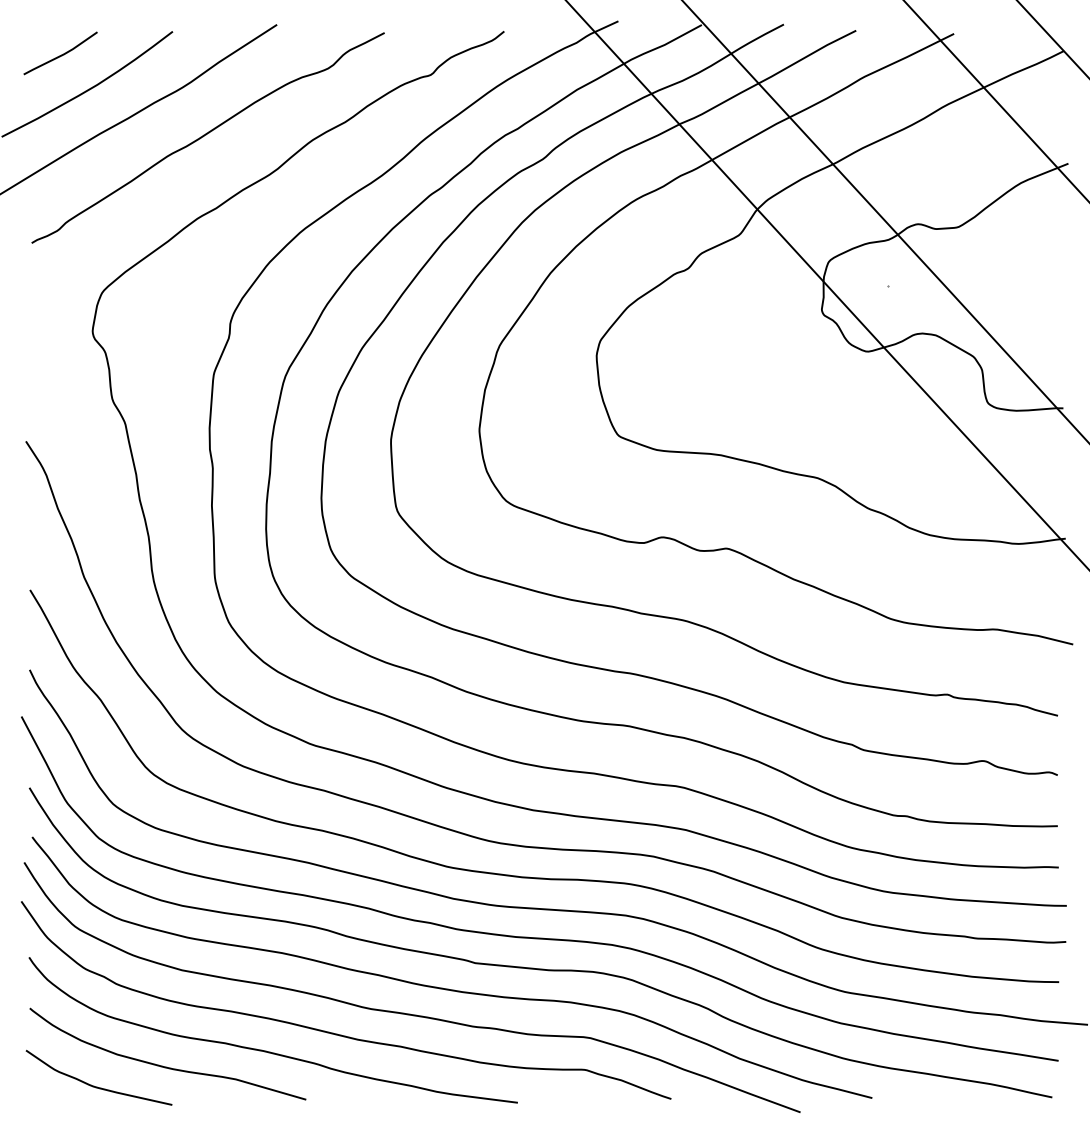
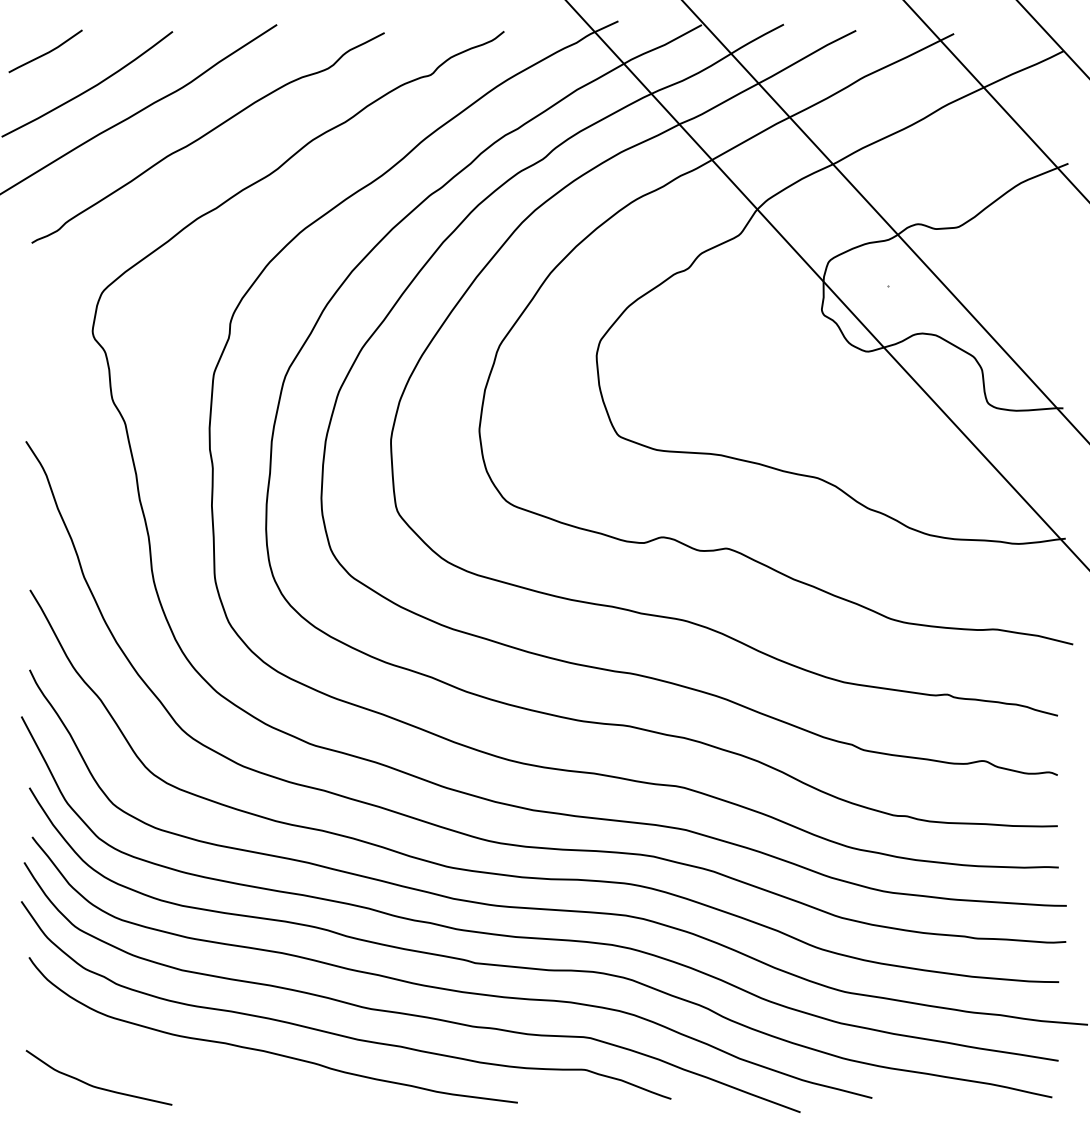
line at (61, 54) position: (61, 54) -> (46, 52)
curve at (162, 1065): present -> none
